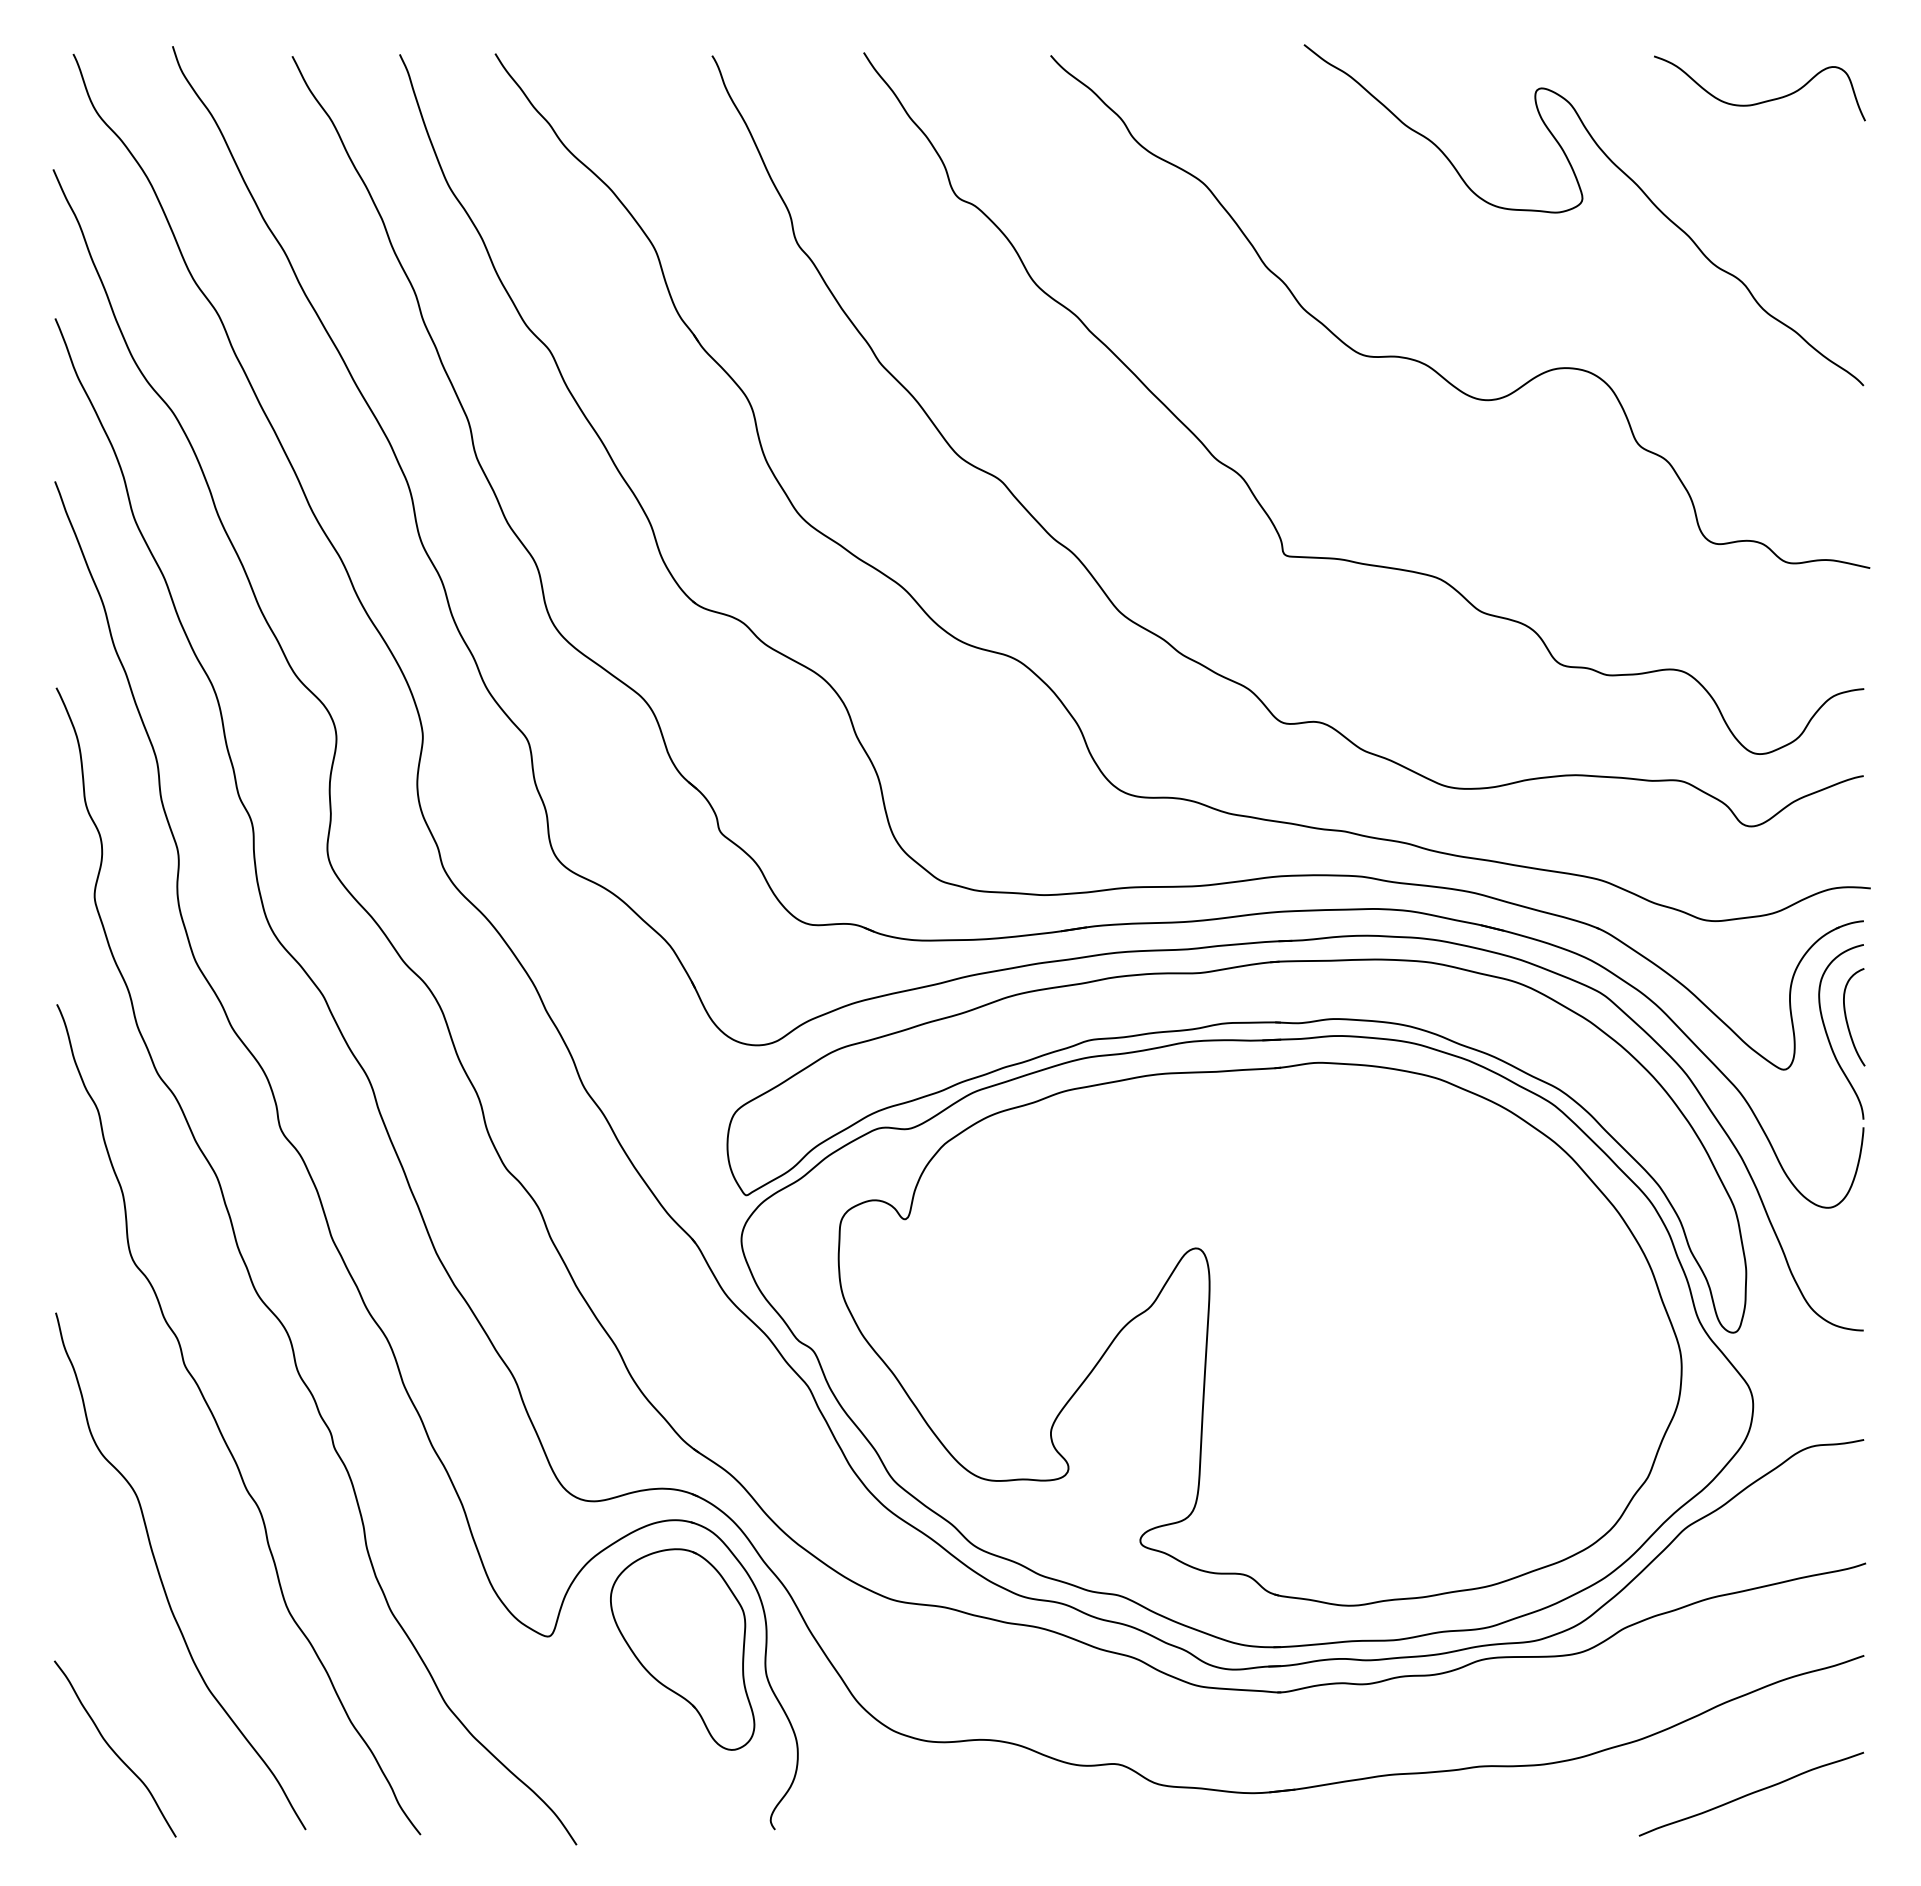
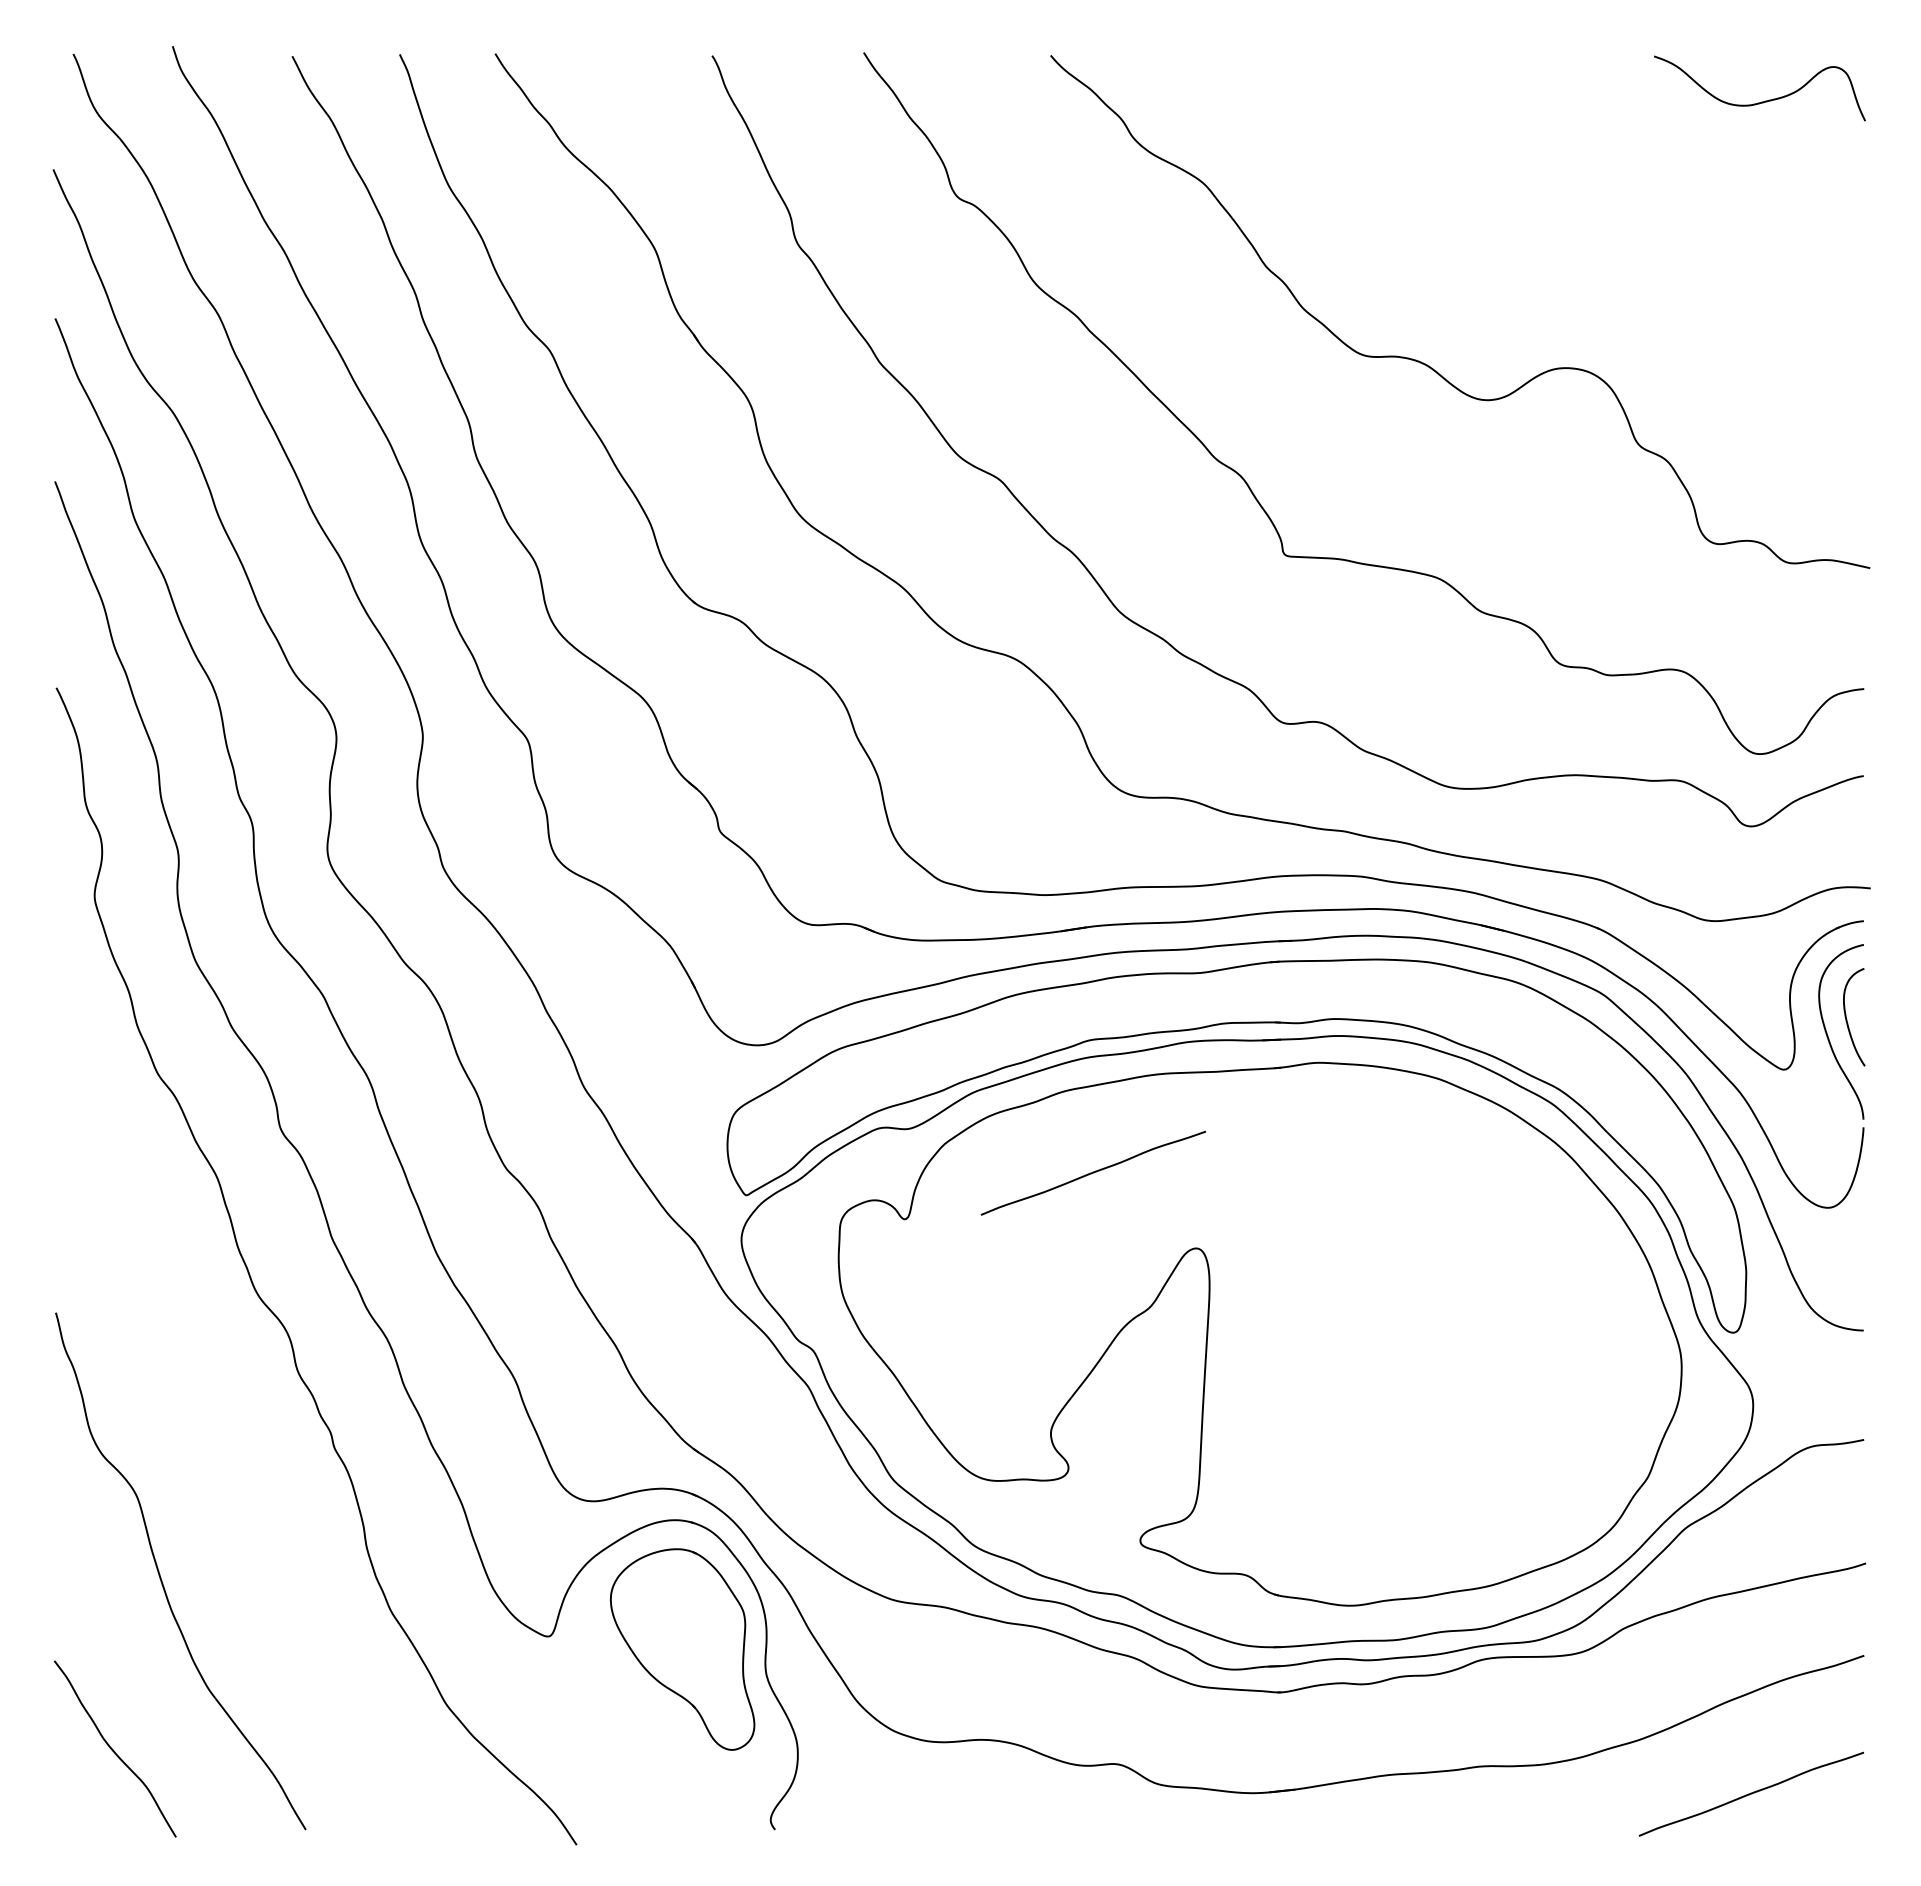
curve at (1577, 207): present -> none
curve at (1093, 1172): none -> present
curve at (220, 1429): present -> none
